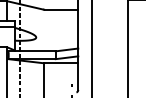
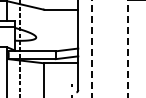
line at (91, 49): solid -> dashed
line at (127, 49): solid -> dashed
